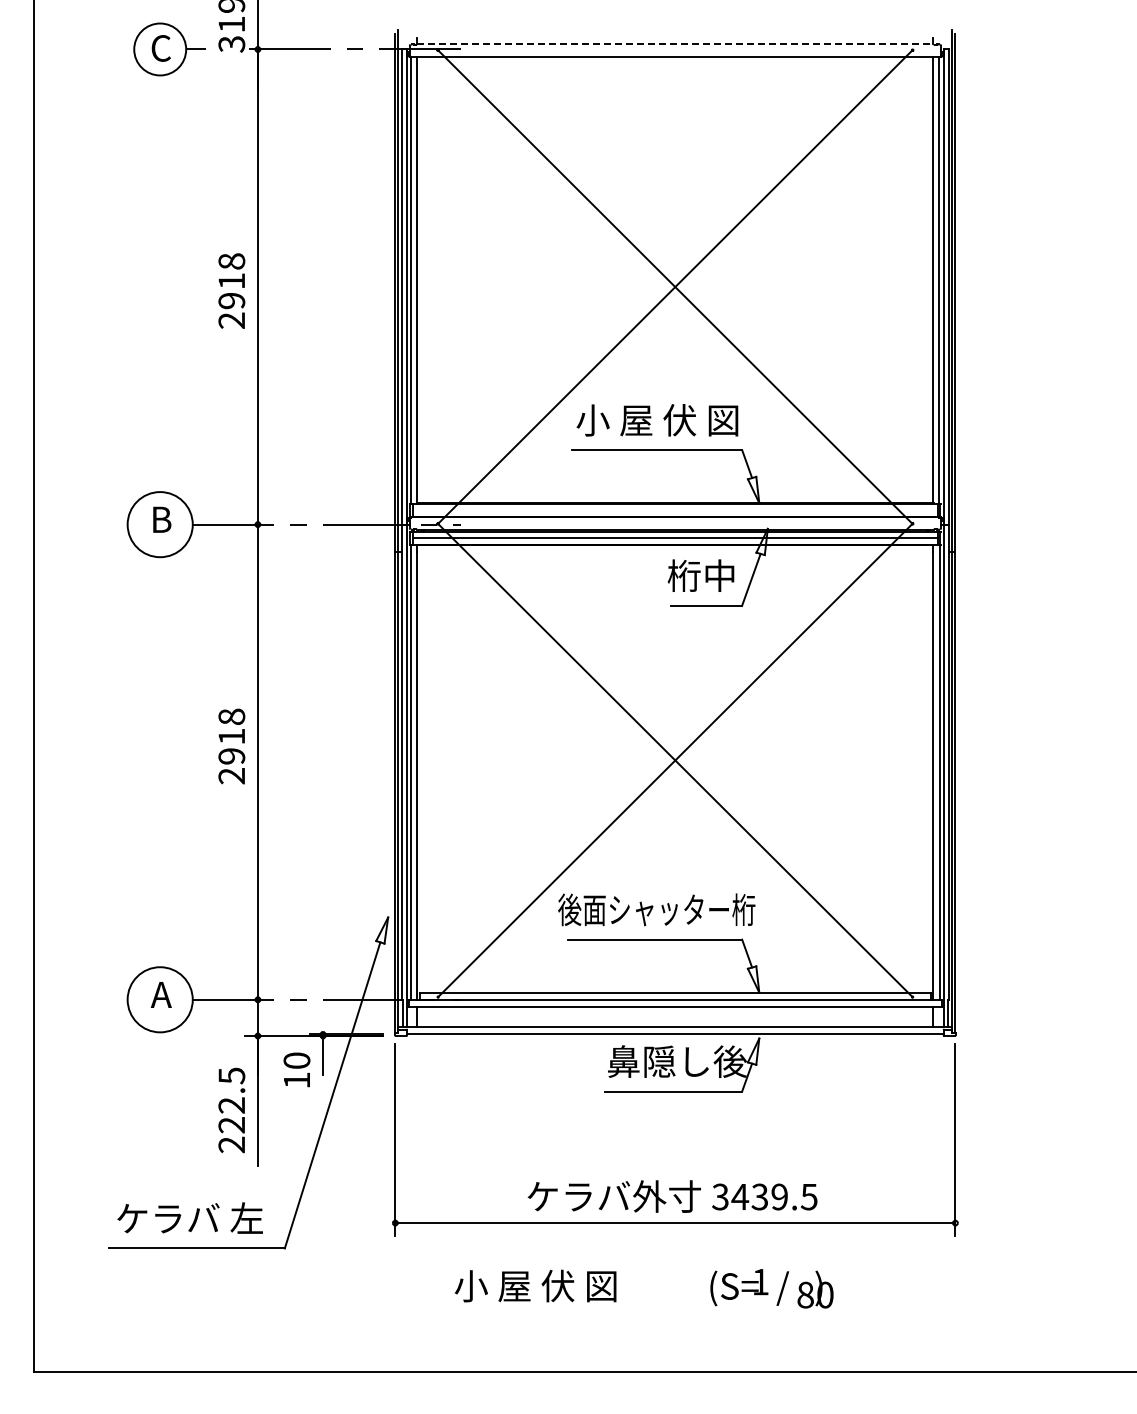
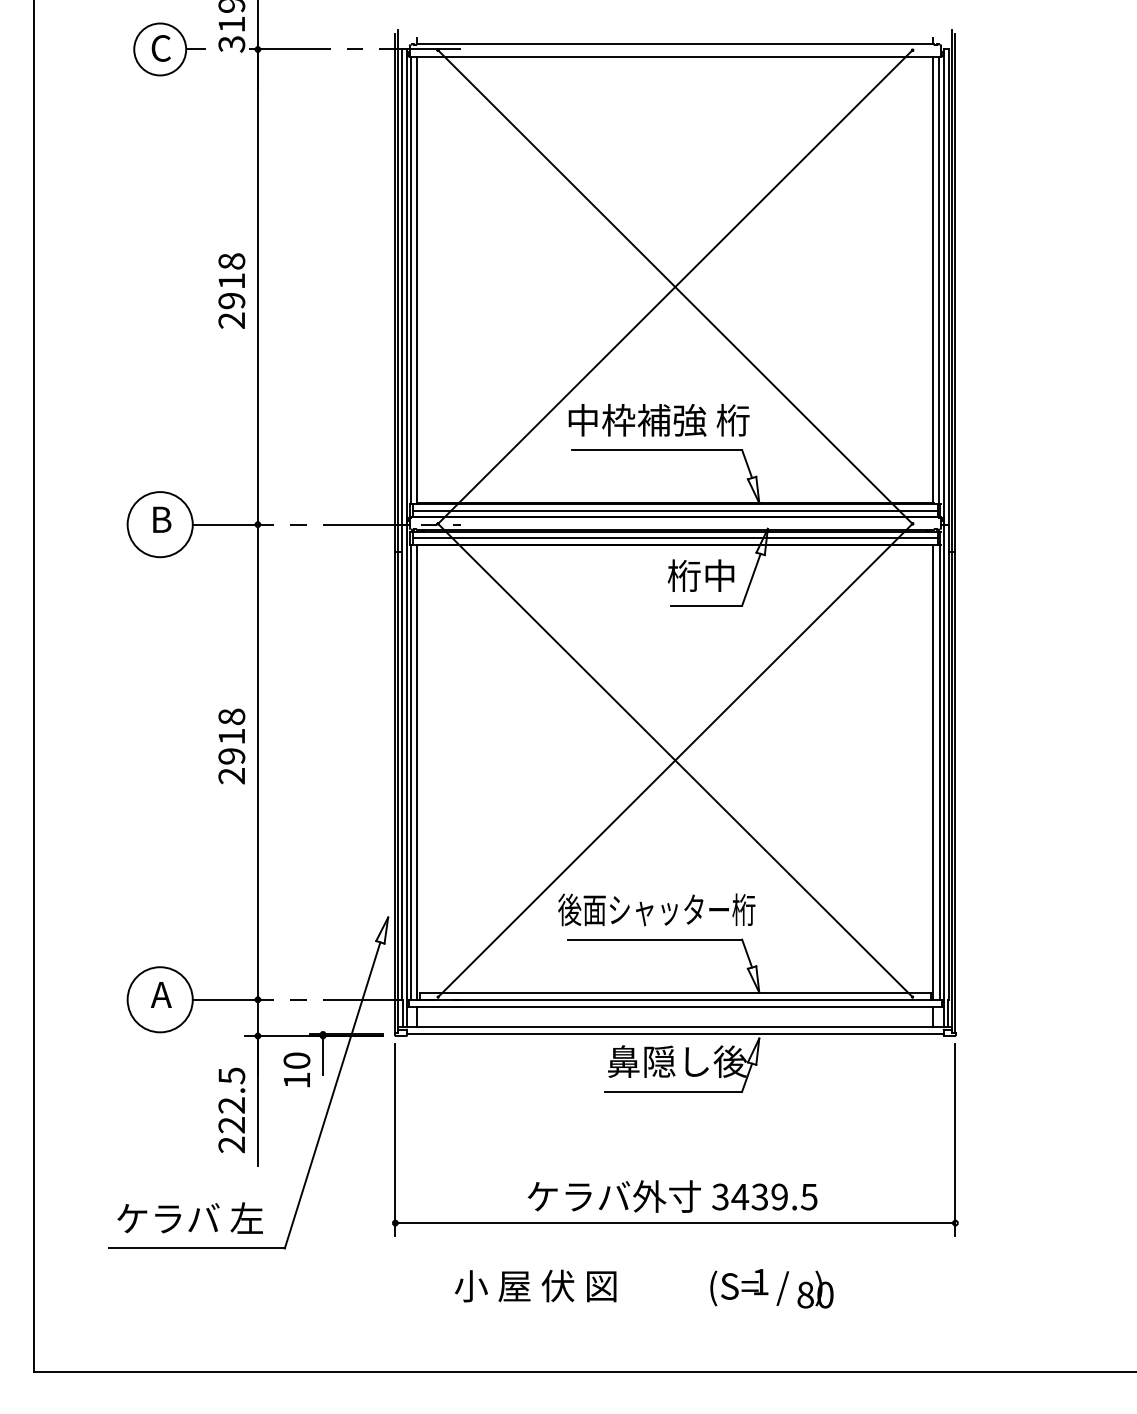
line at (675, 43): dashed -> solid
text at (658, 420): 小 屋 伏 図 -> 中枠補強 桁
line at (675, 511): none -> present
